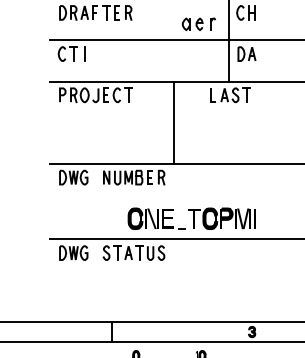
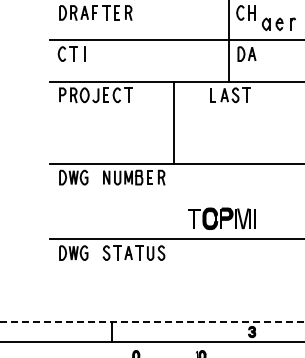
part at (198, 24) position: (198, 24) -> (278, 24)
part at (156, 218): present -> none
line at (152, 321): solid -> dashed
